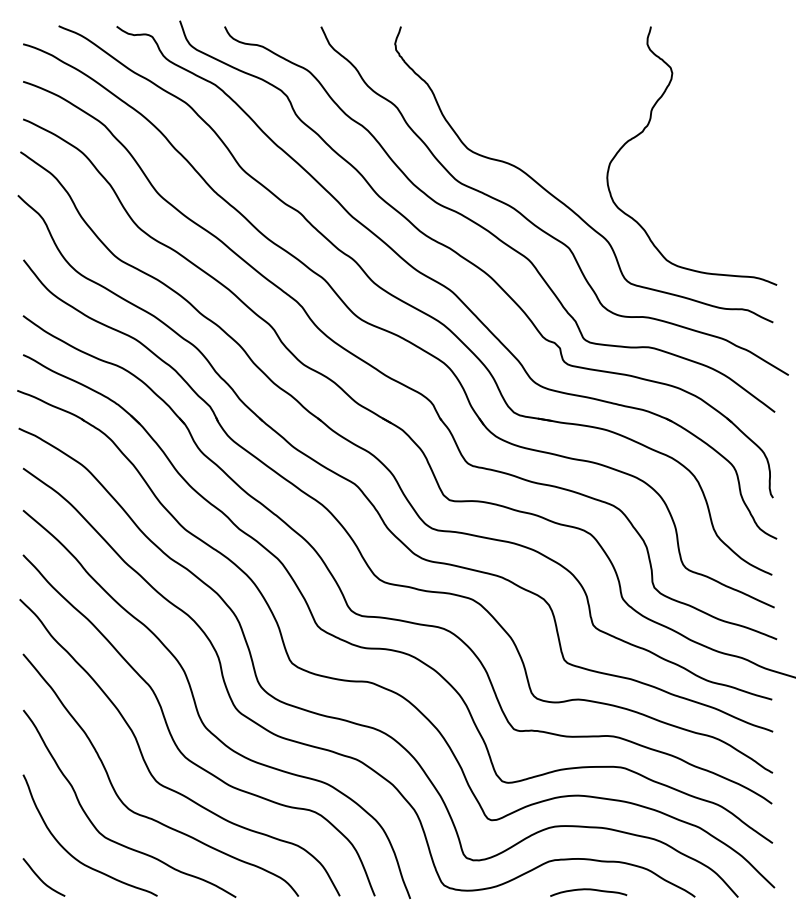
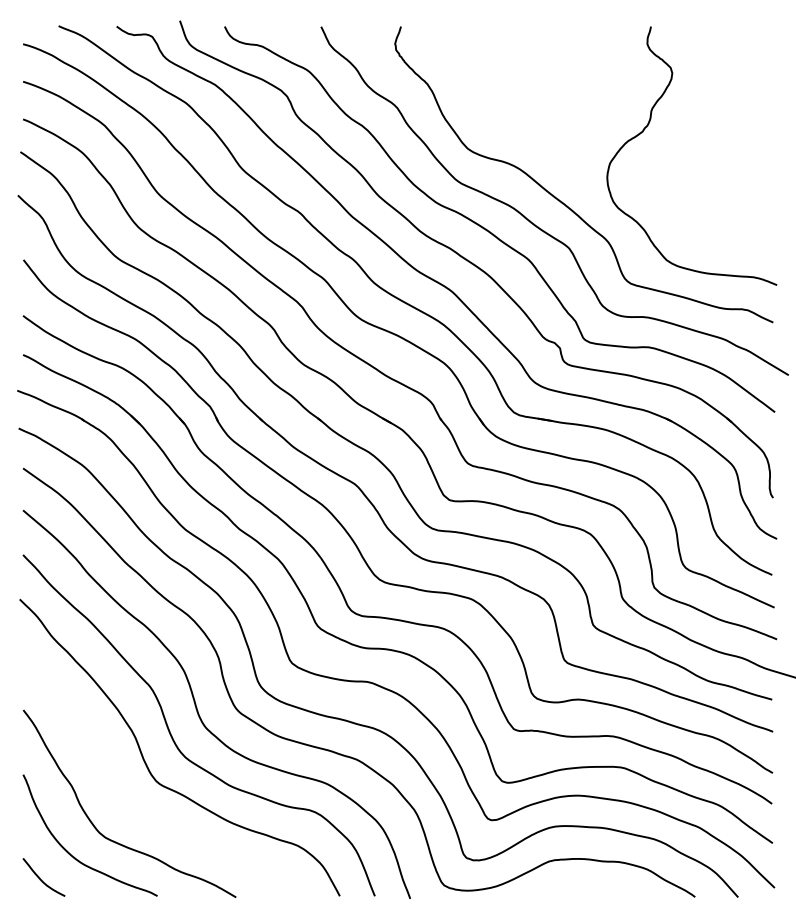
curve at (145, 815): present -> none
curve at (588, 890): present -> none
